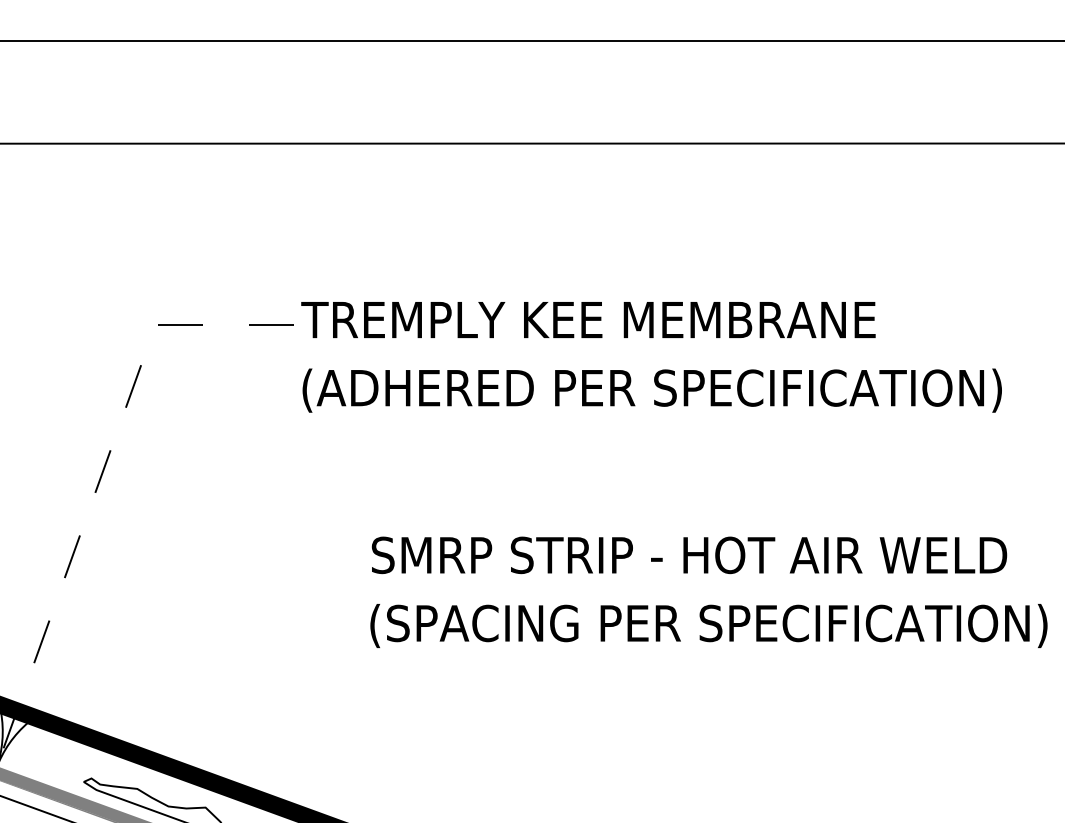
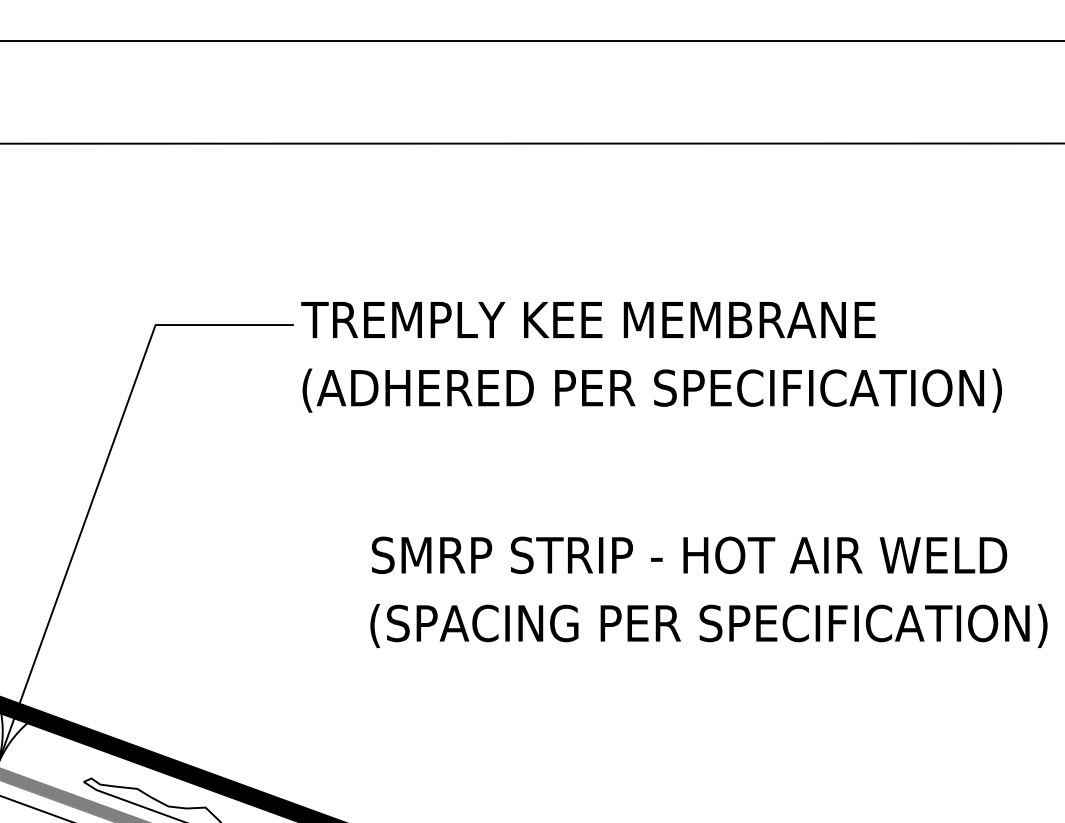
line at (101, 475): dashed -> solid
